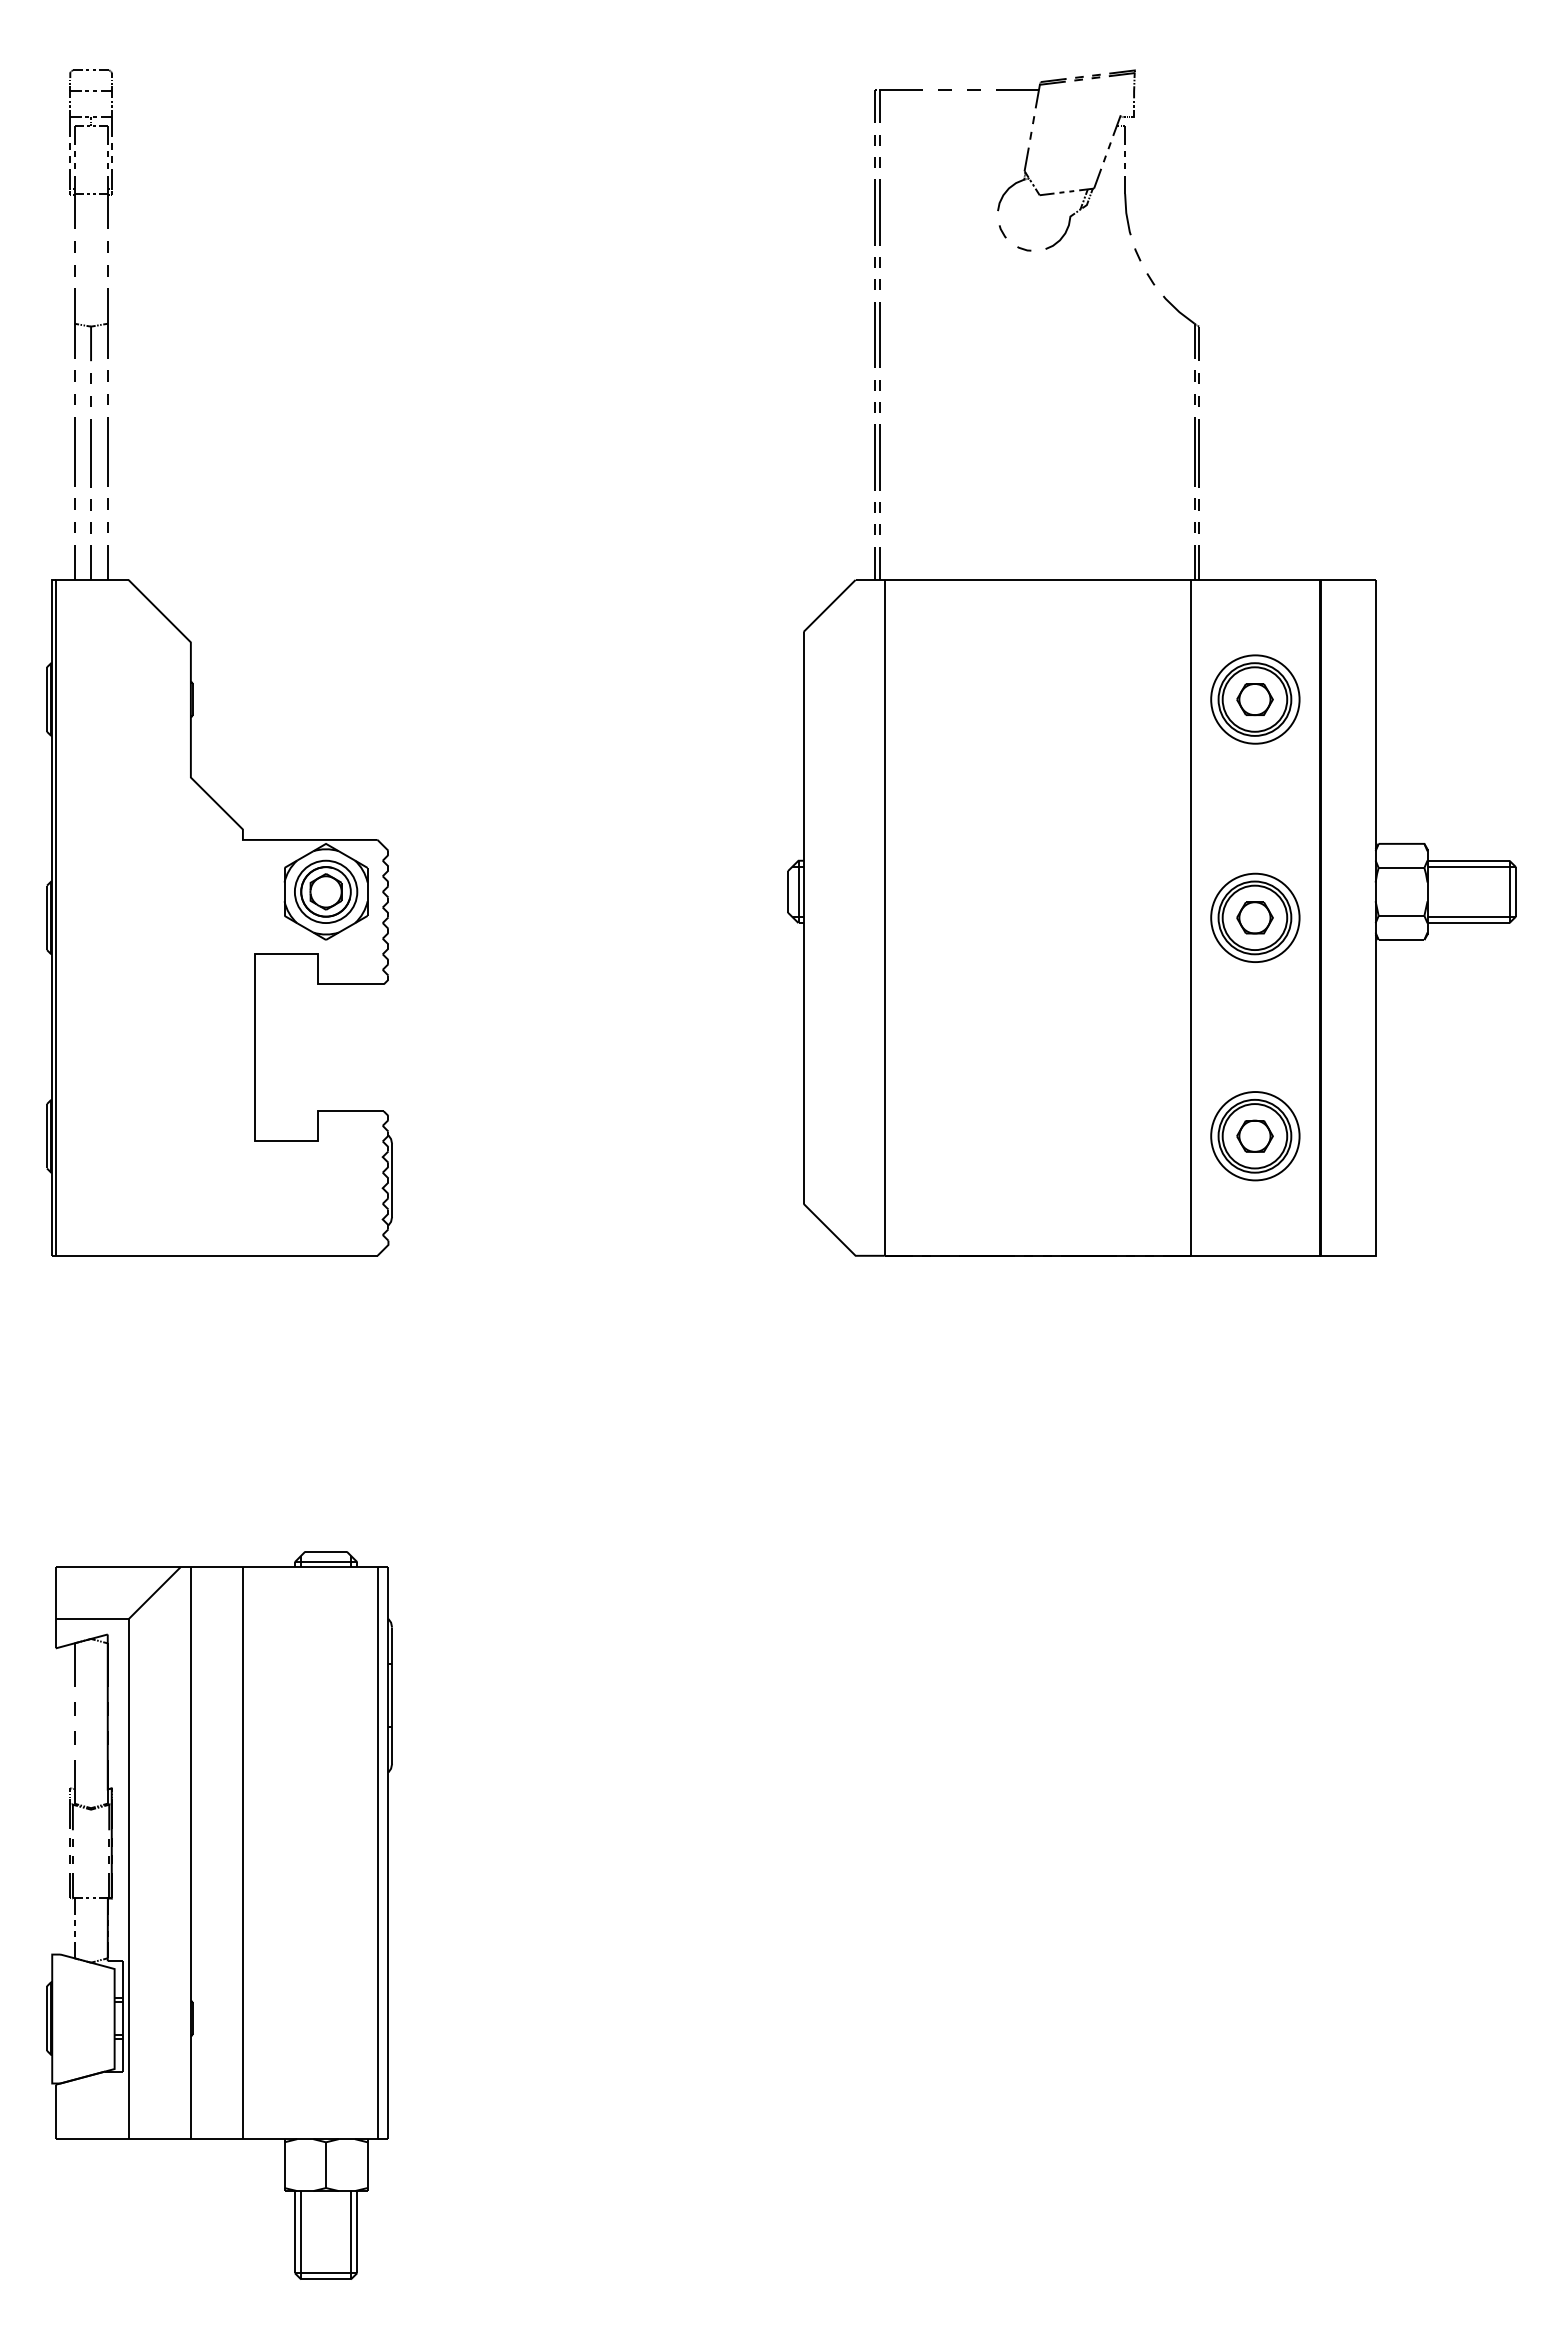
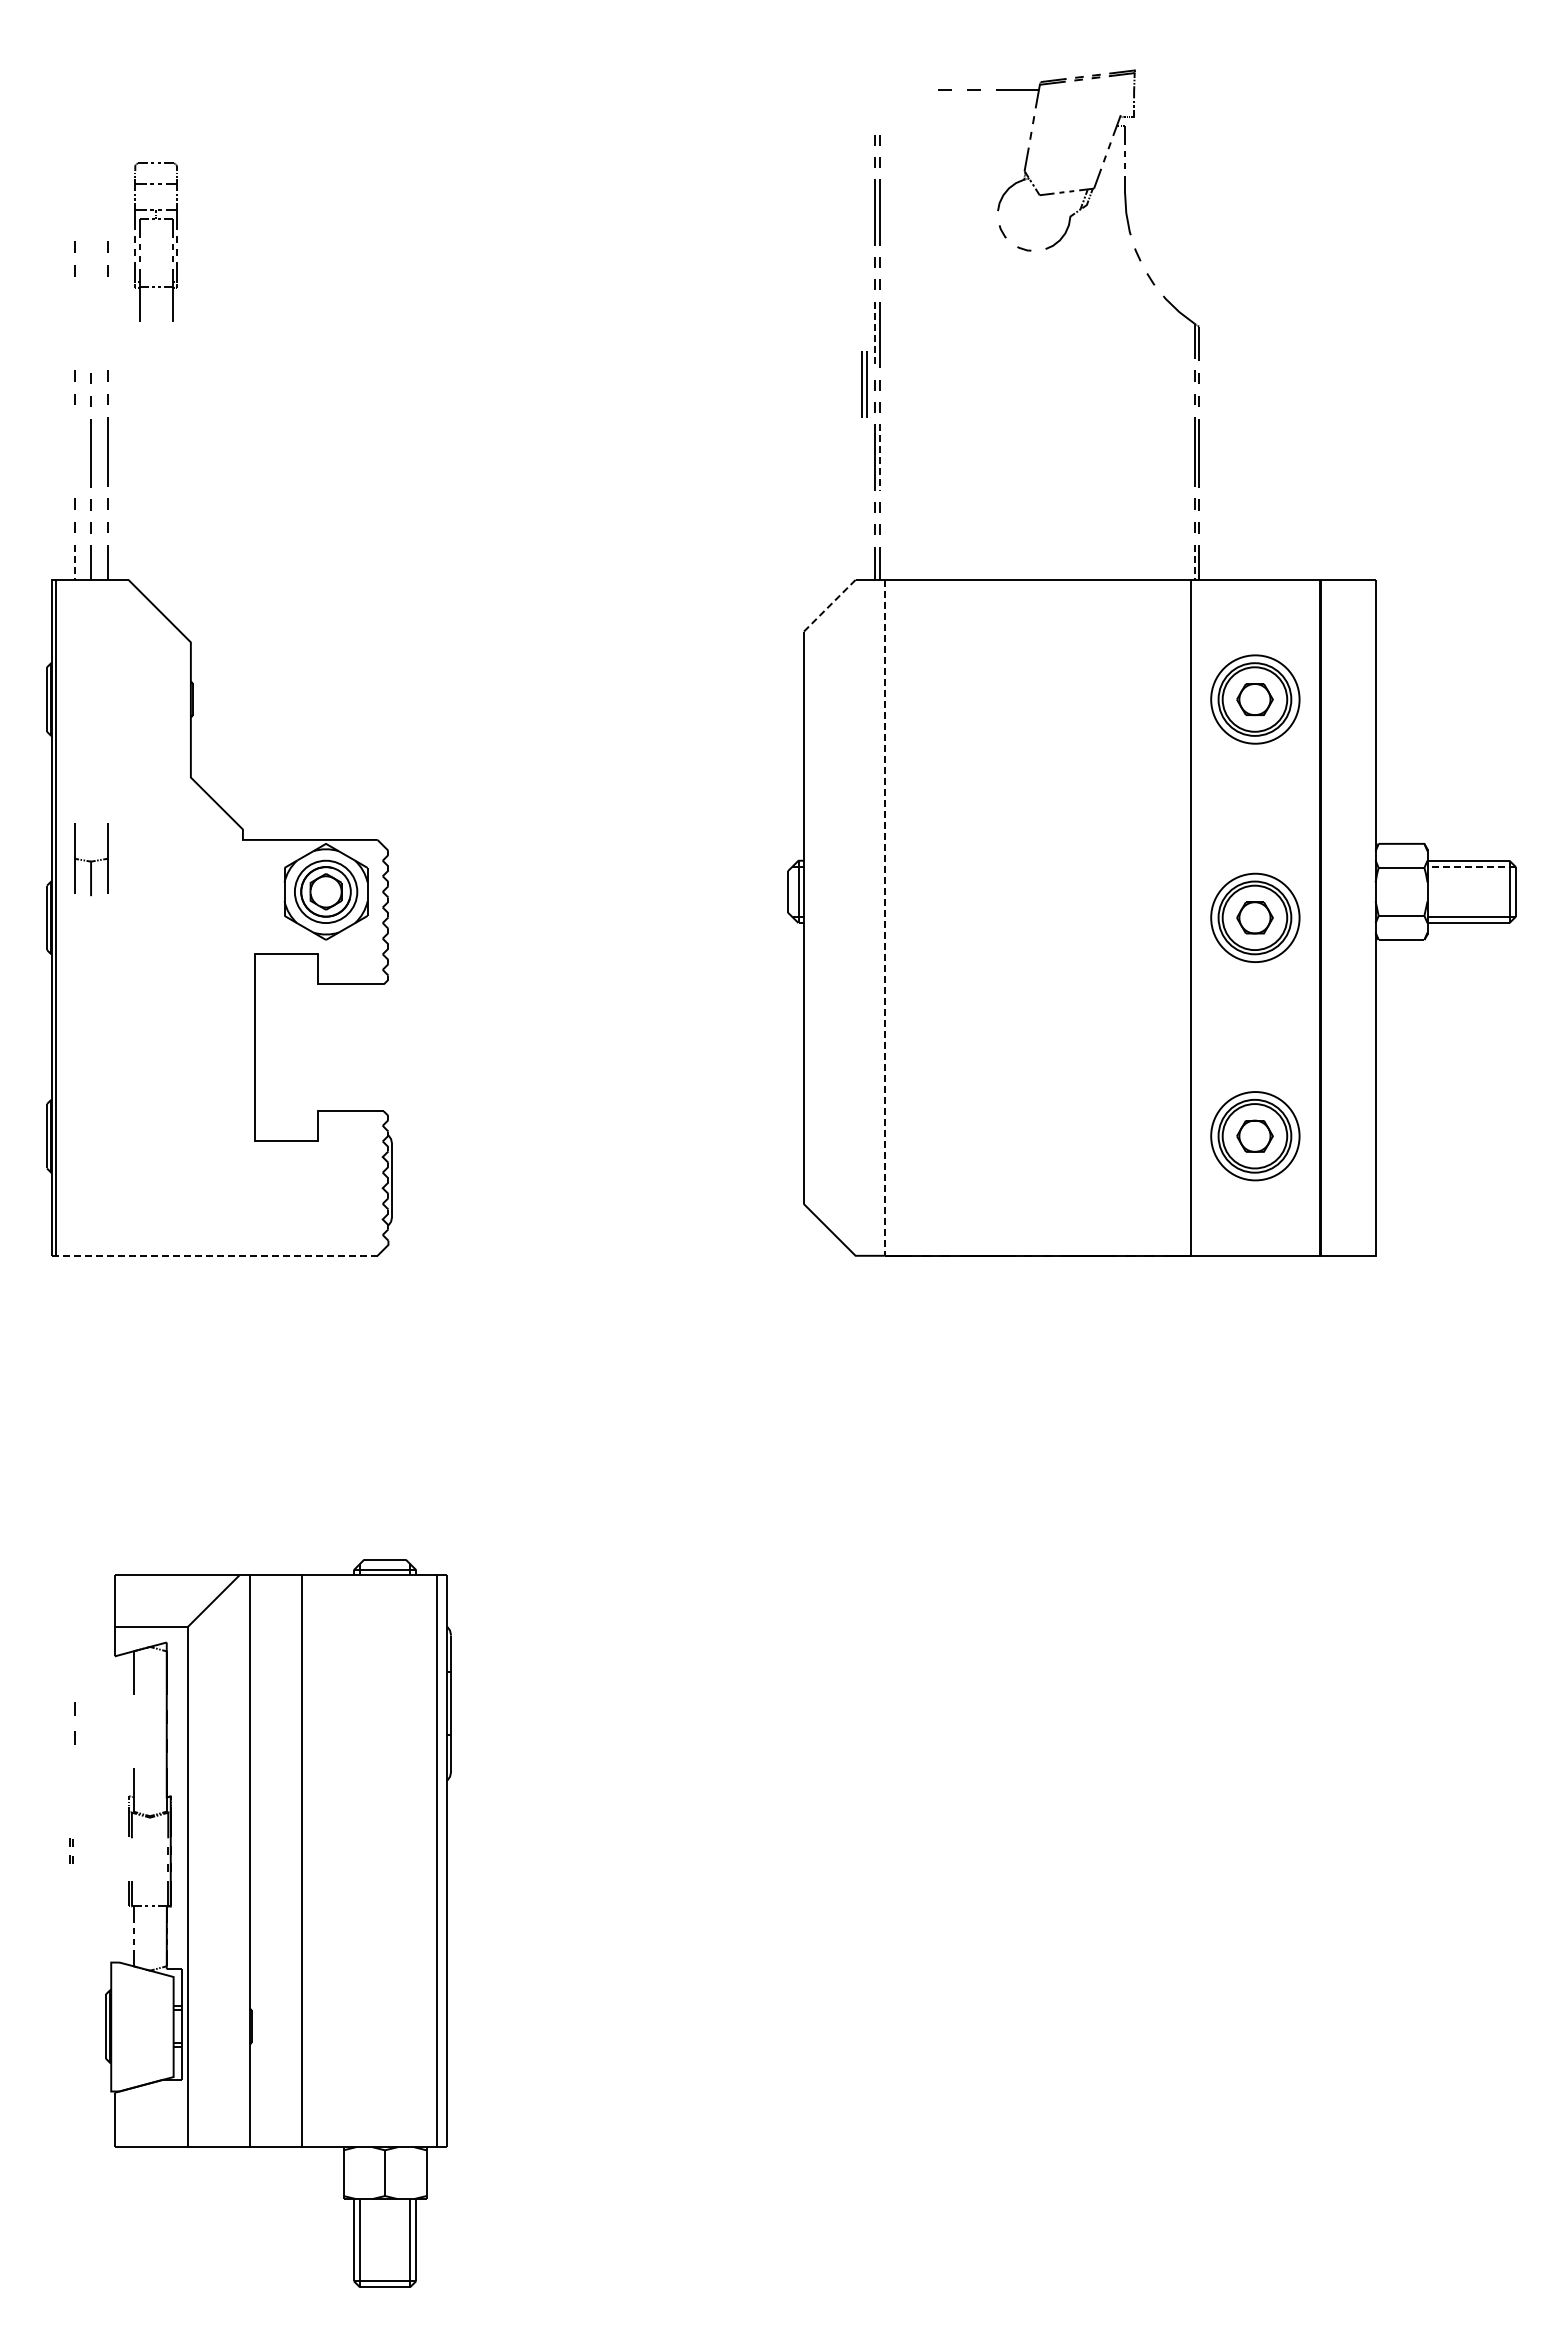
part at (898, 90): present -> none
part at (75, 151) position: (75, 151) -> (140, 244)
part at (91, 324) position: (91, 324) -> (91, 859)
line at (875, 335): solid -> dashed
part at (864, 384): none -> present
line at (74, 451): present -> none
line at (879, 458): solid -> dashed
line at (74, 562): solid -> dashed
line at (1194, 562): solid -> dashed
line at (829, 605): solid -> dashed
line at (1471, 867): solid -> dashed
line at (884, 917): solid -> dashed
line at (216, 1255): solid -> dashed
part at (219, 1915) position: (219, 1915) -> (278, 1923)
